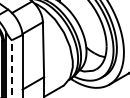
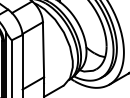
line at (12, 69): dashed -> solid
